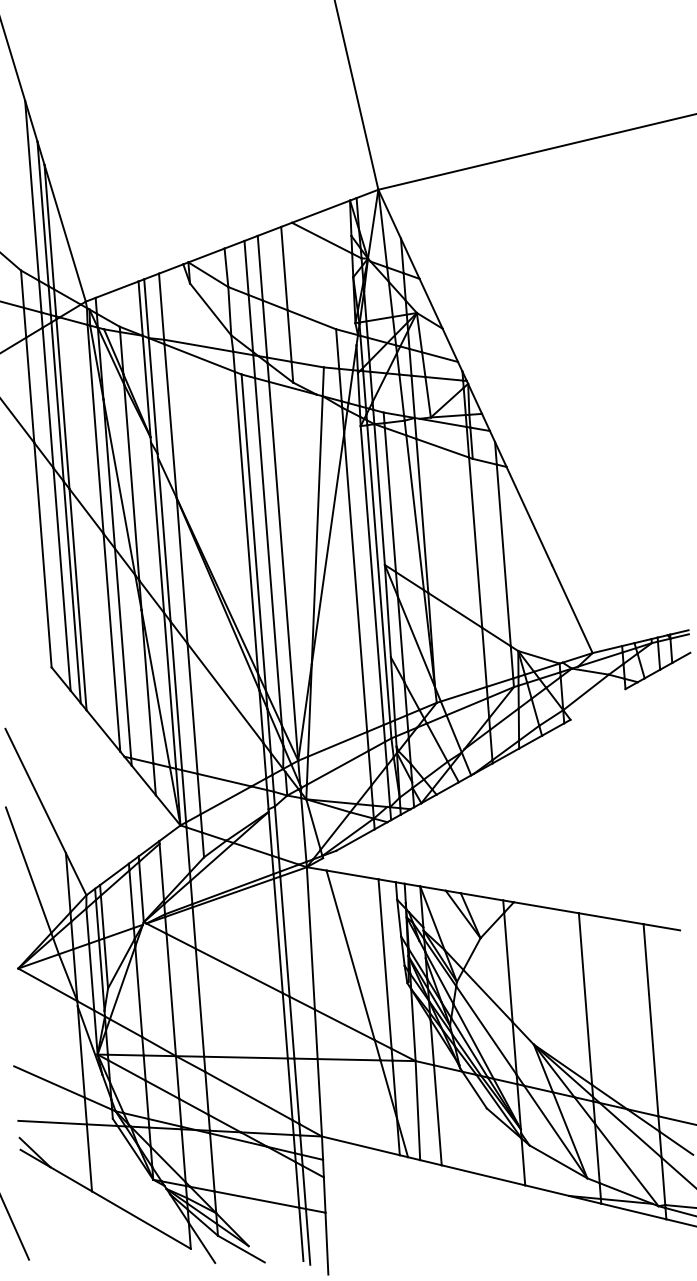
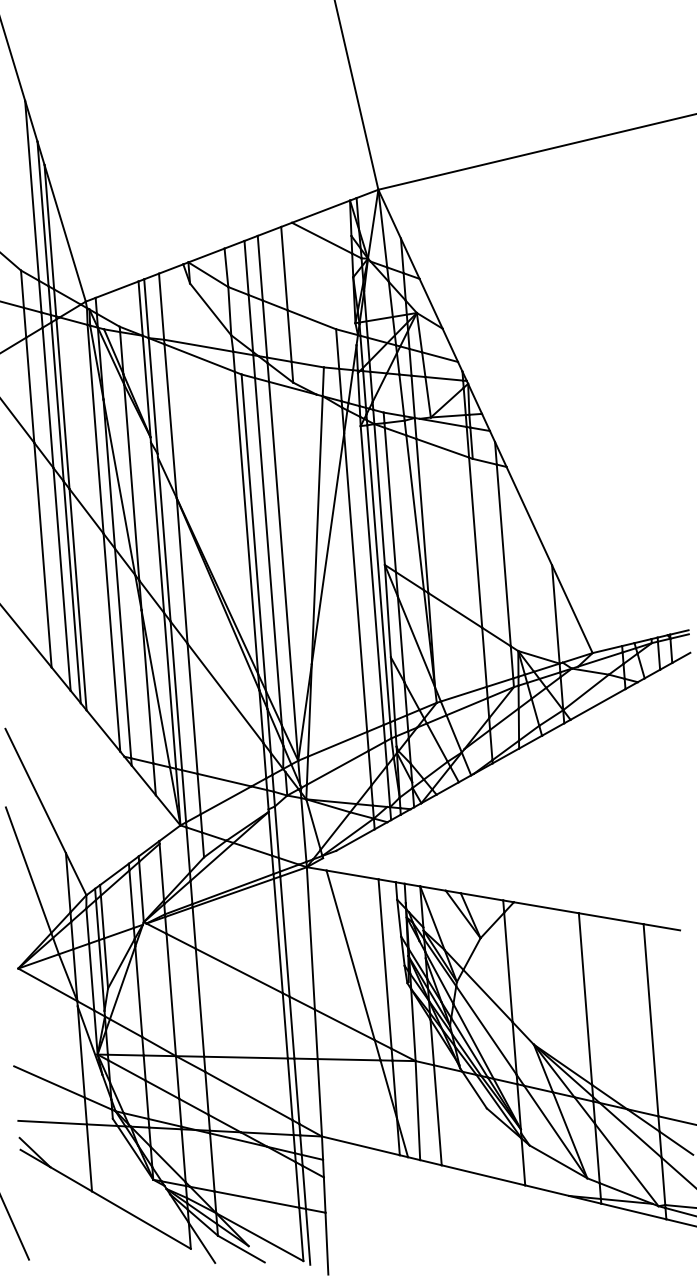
line at (555, 614): none -> present
line at (26, 637): none -> present
line at (597, 704): none -> present
line at (259, 1237): none -> present
